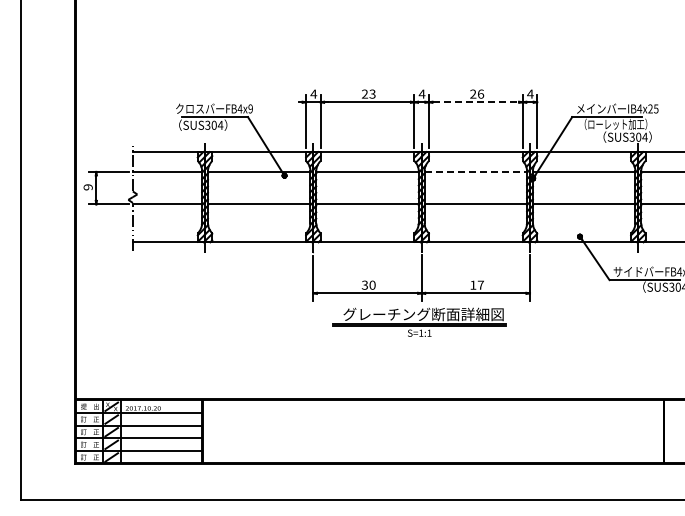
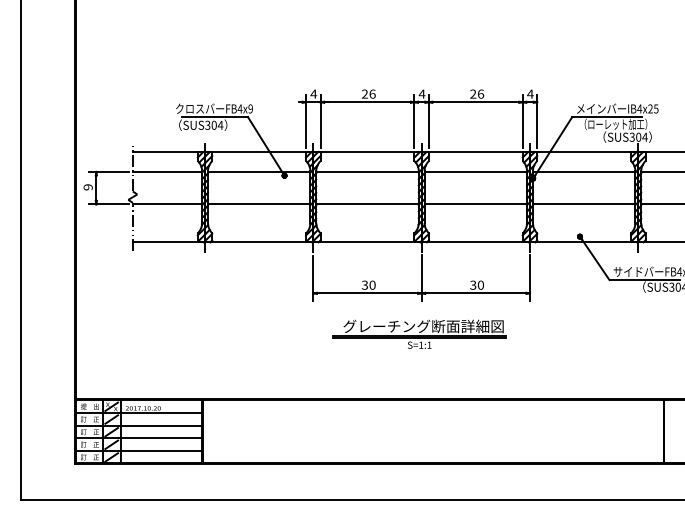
text at (372, 93): 23 -> 26
line at (476, 102): dashed -> solid
line at (476, 171): dashed -> solid
text at (477, 284): 17 -> 30
part at (419, 321) position: (419, 321) -> (419, 333)
